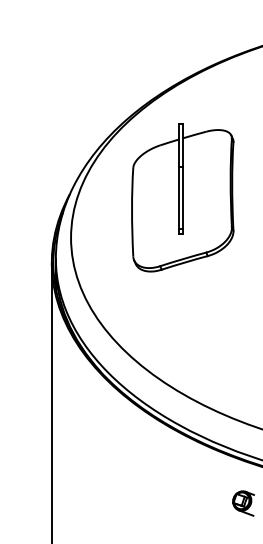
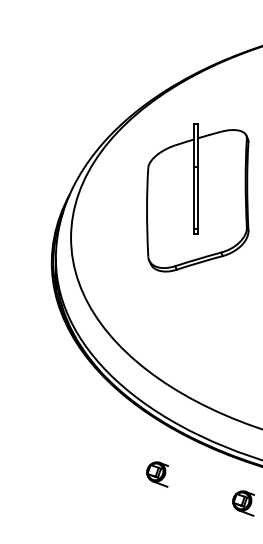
part at (182, 197) position: (182, 197) -> (197, 197)
line at (51, 401): present -> none
part at (157, 474): none -> present
